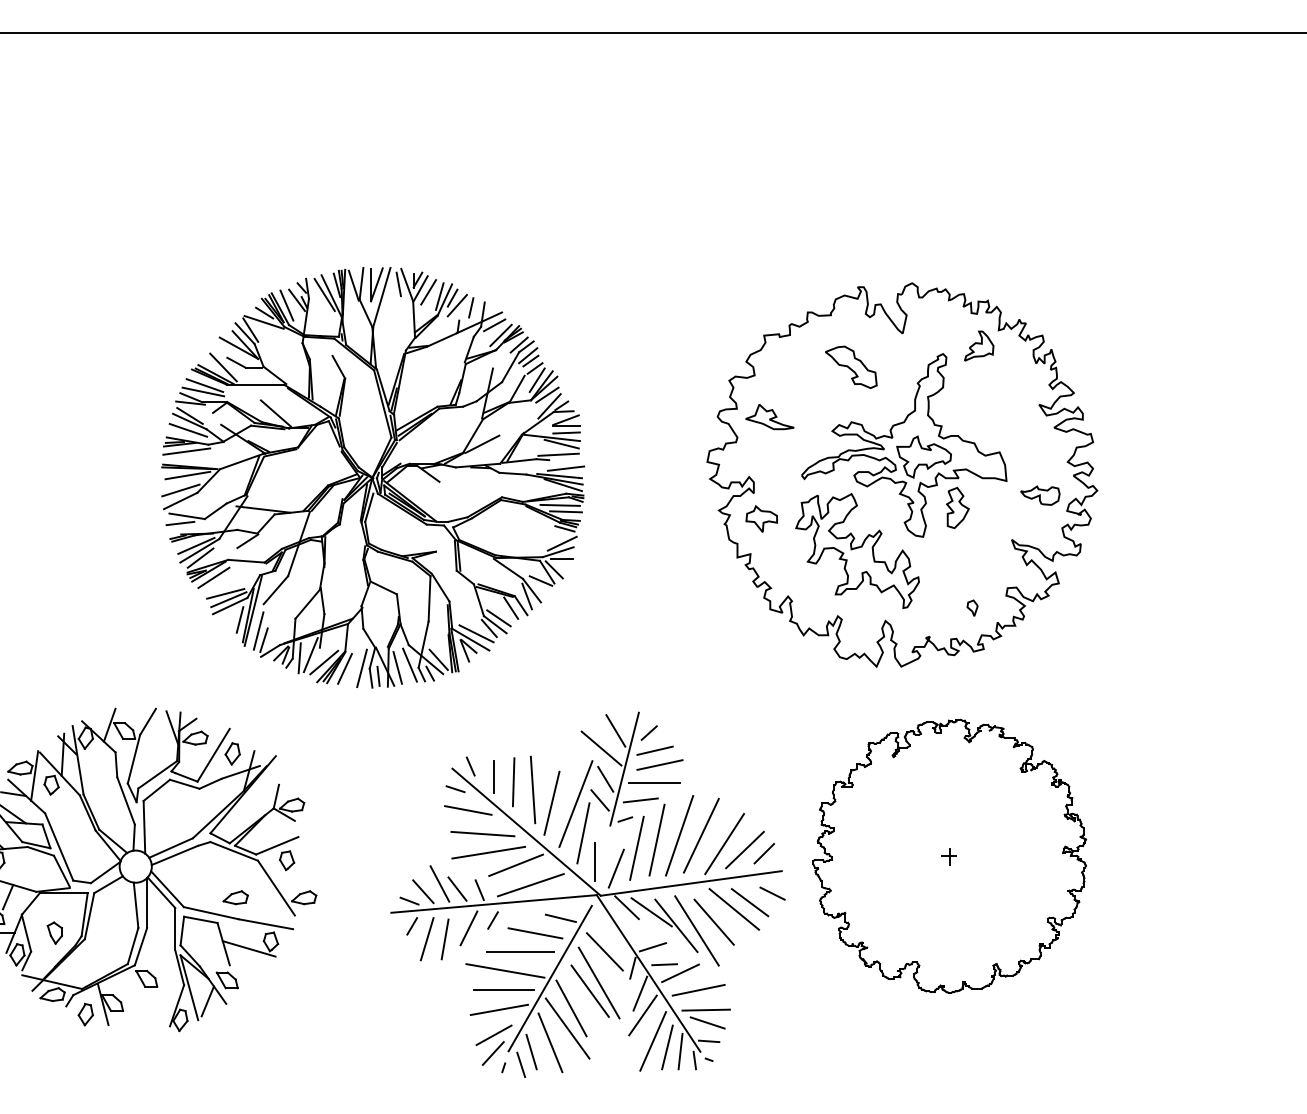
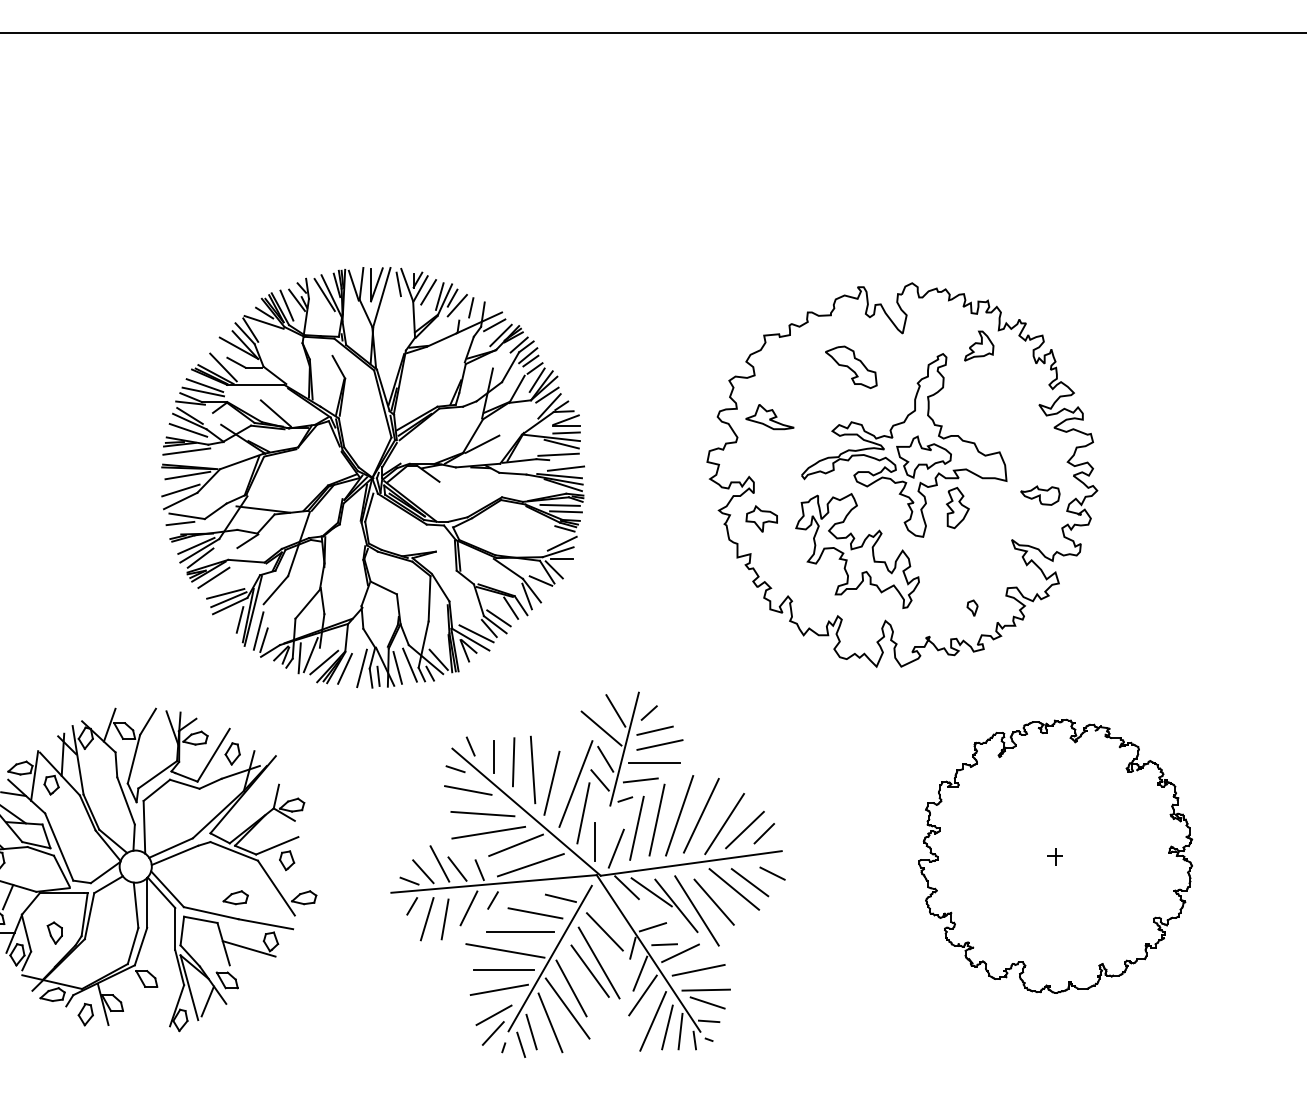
part at (949, 855) position: (949, 855) -> (1055, 855)
part at (587, 894) position: (587, 894) -> (587, 874)
